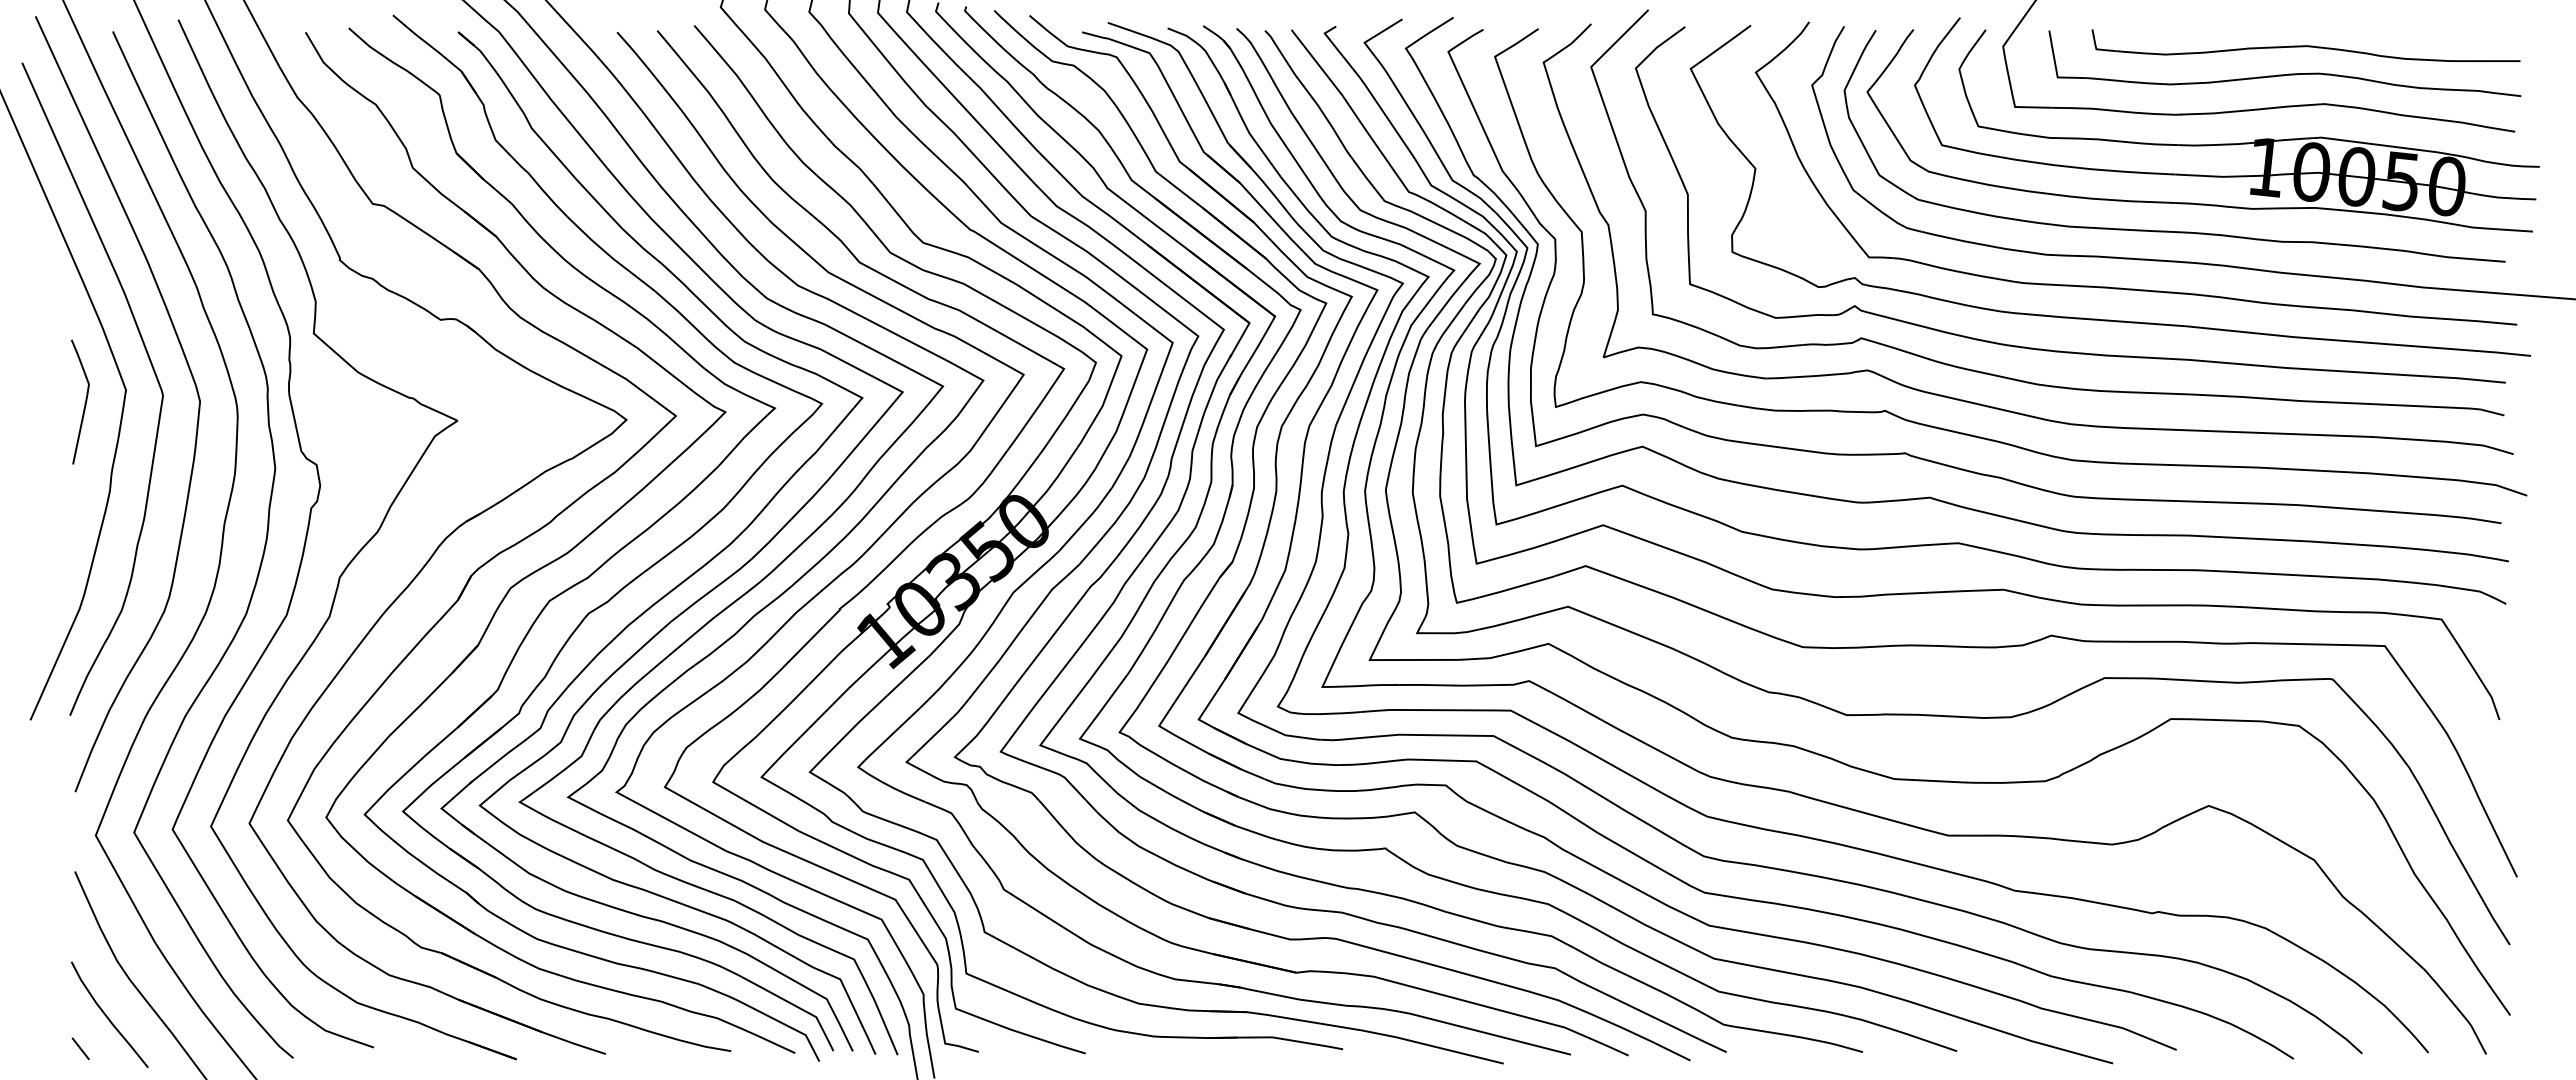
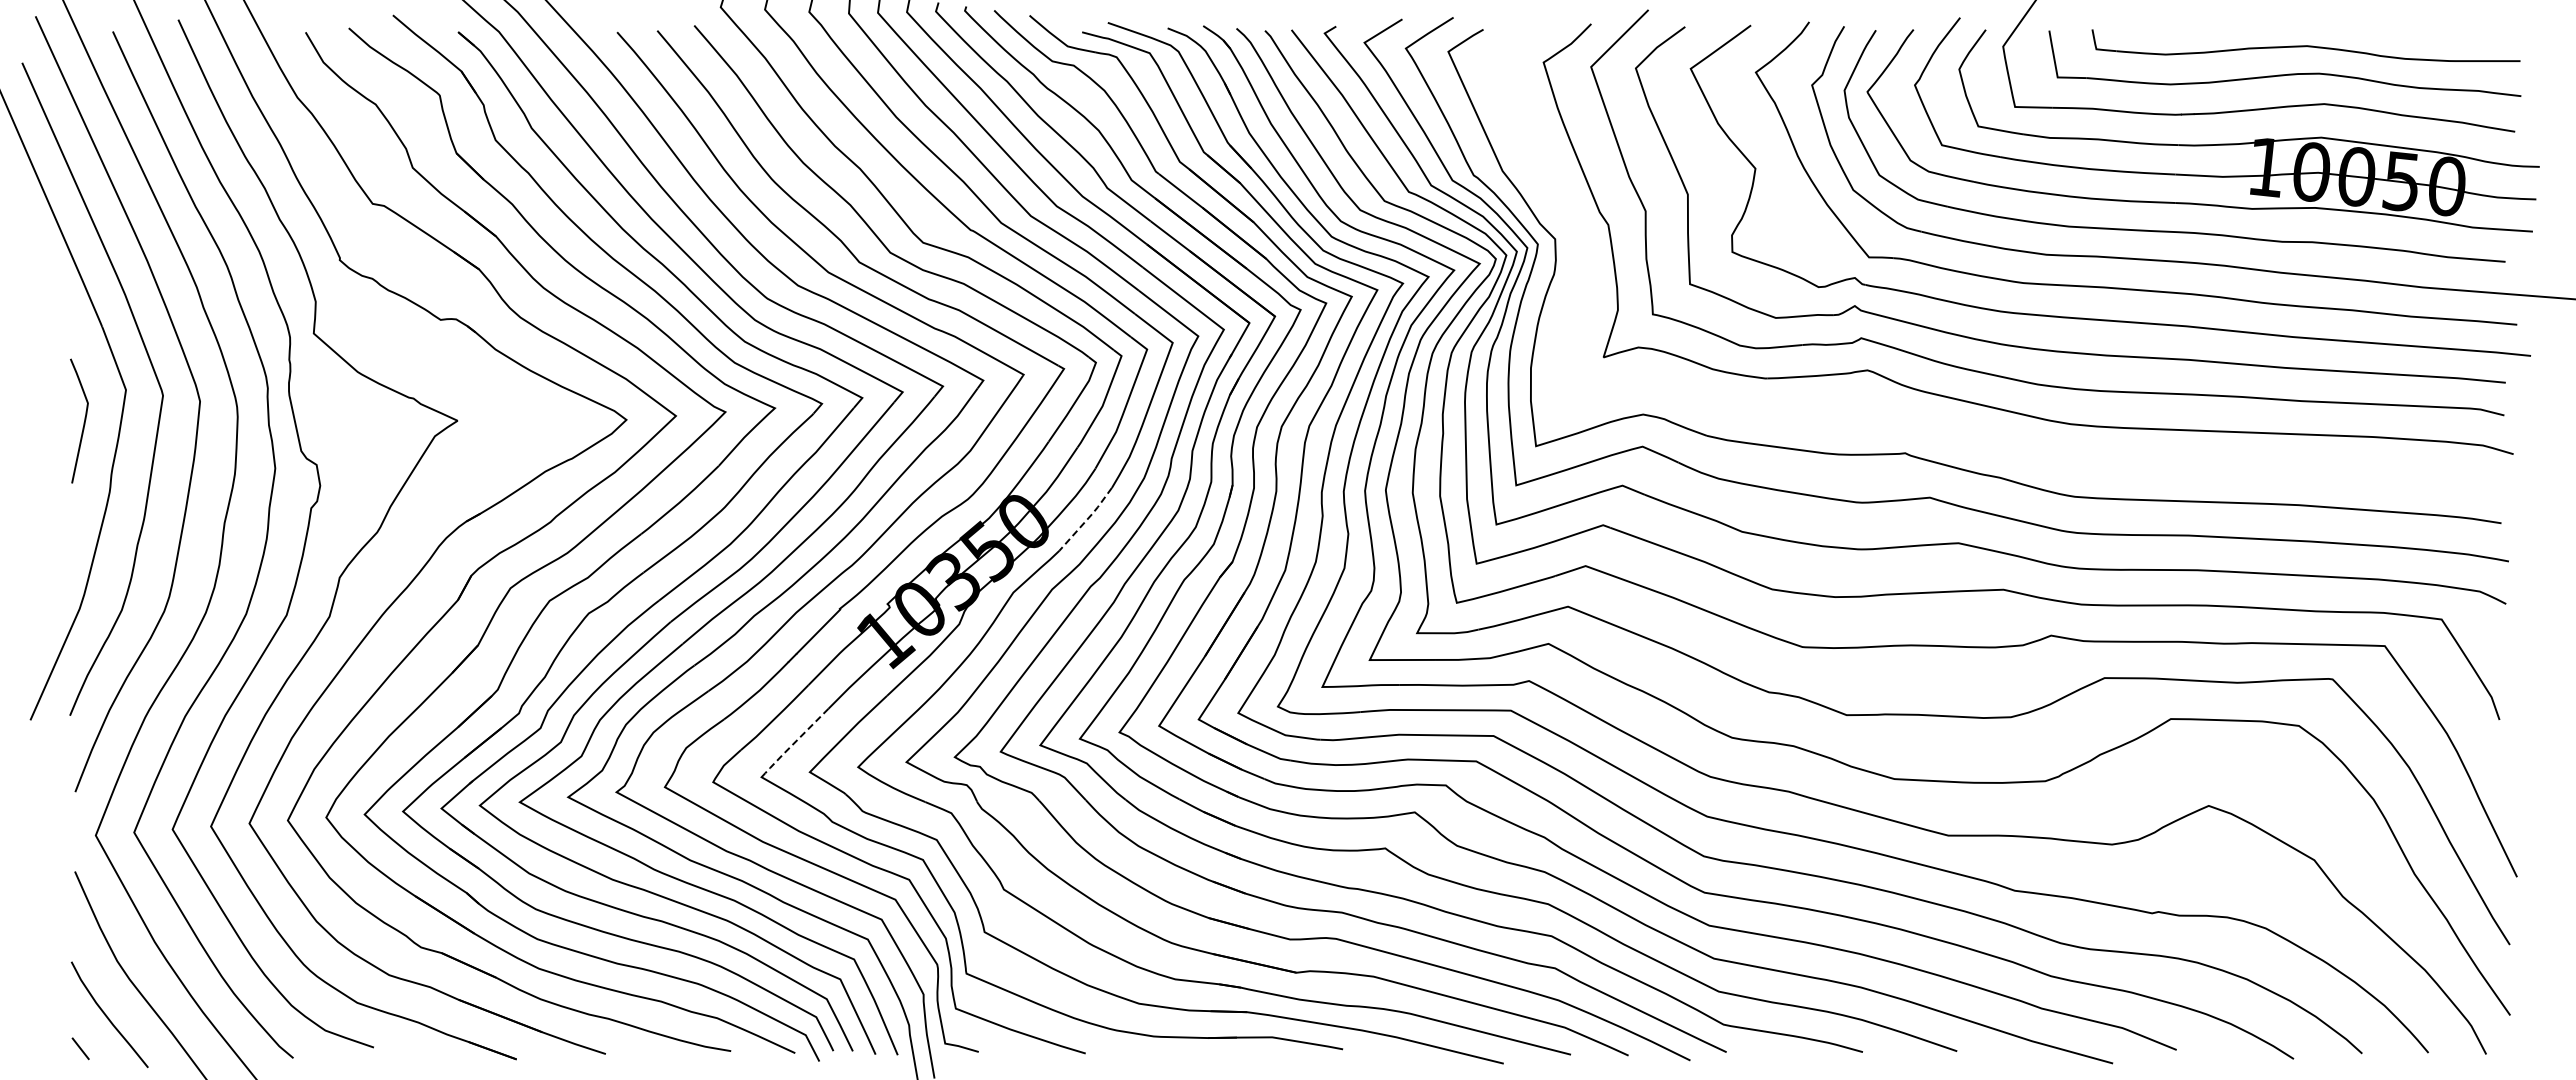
curve at (84, 403) position: (84, 403) -> (83, 422)
part at (1976, 435): present -> none
line at (1087, 519): solid -> dashed
line at (795, 742): solid -> dashed
